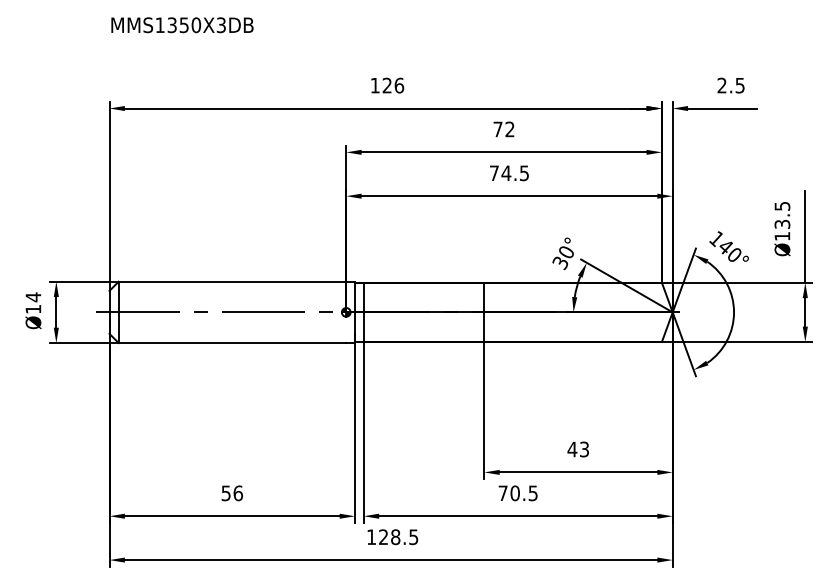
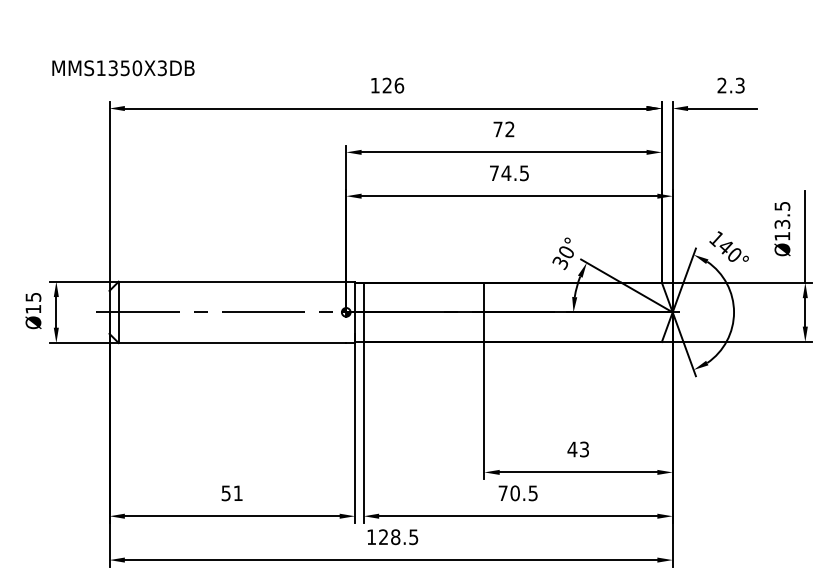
text at (182, 25) position: (182, 25) -> (123, 68)
text at (740, 84): 2.5 -> 2.3
text at (33, 297): Ø14 -> Ø15
text at (238, 493): 56 -> 51
